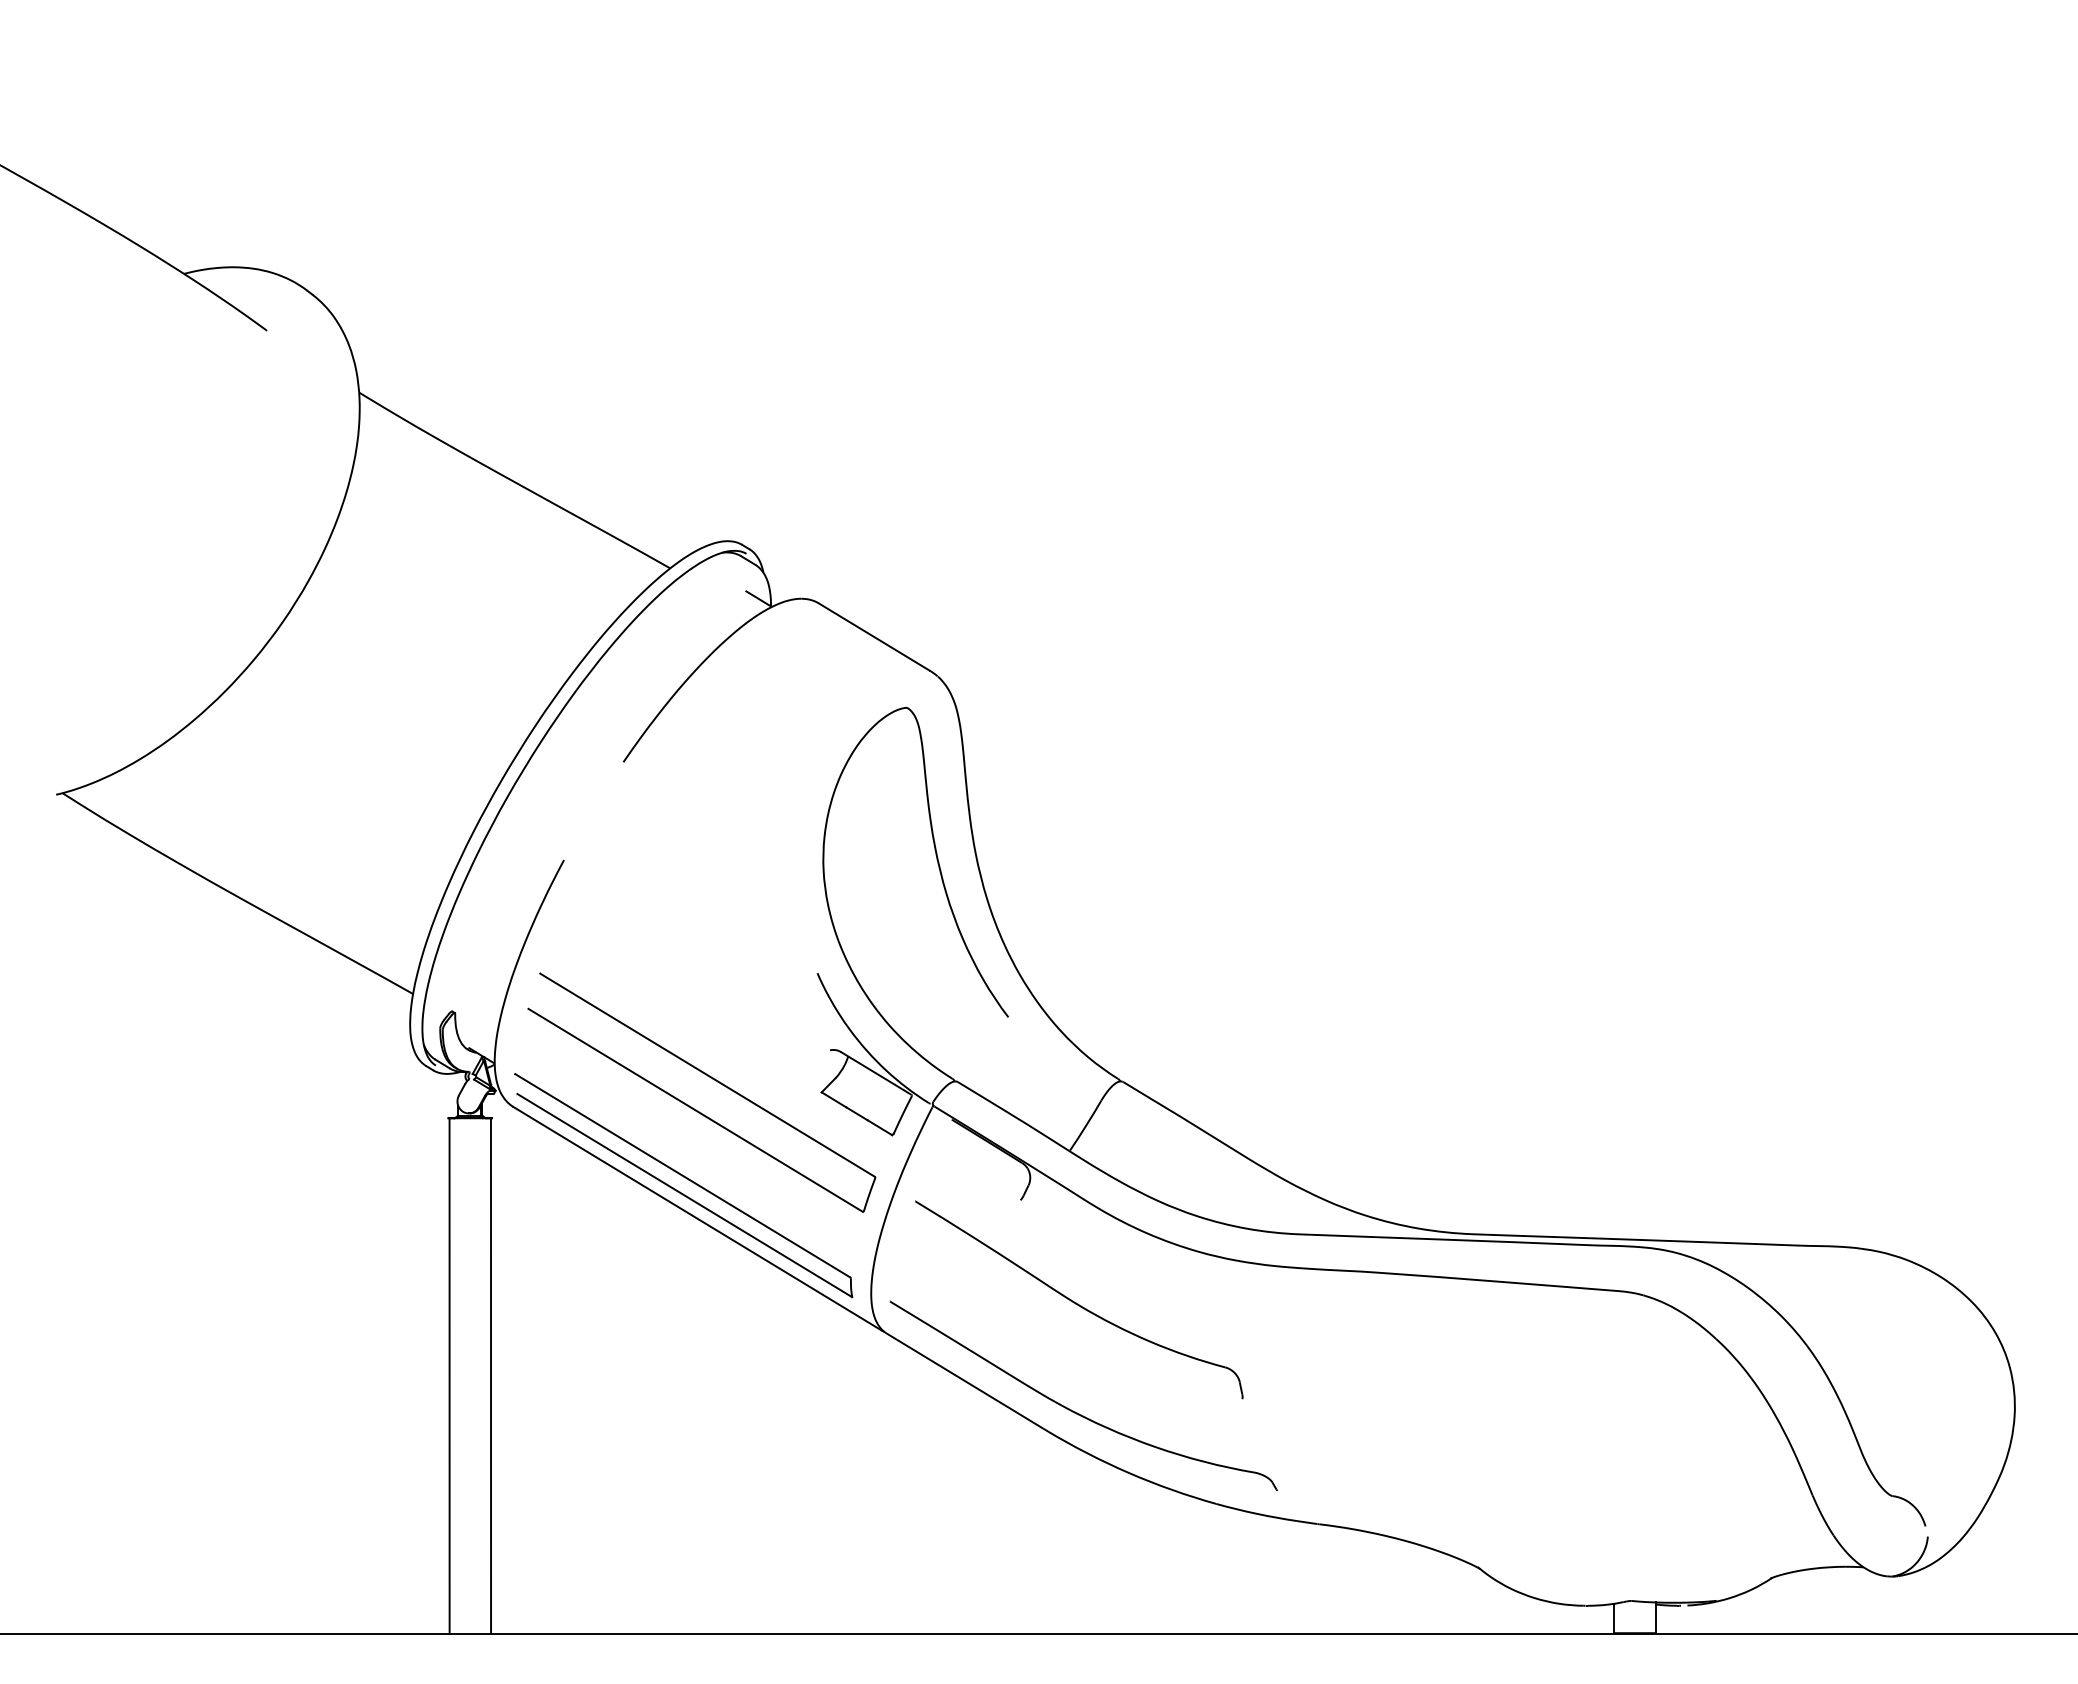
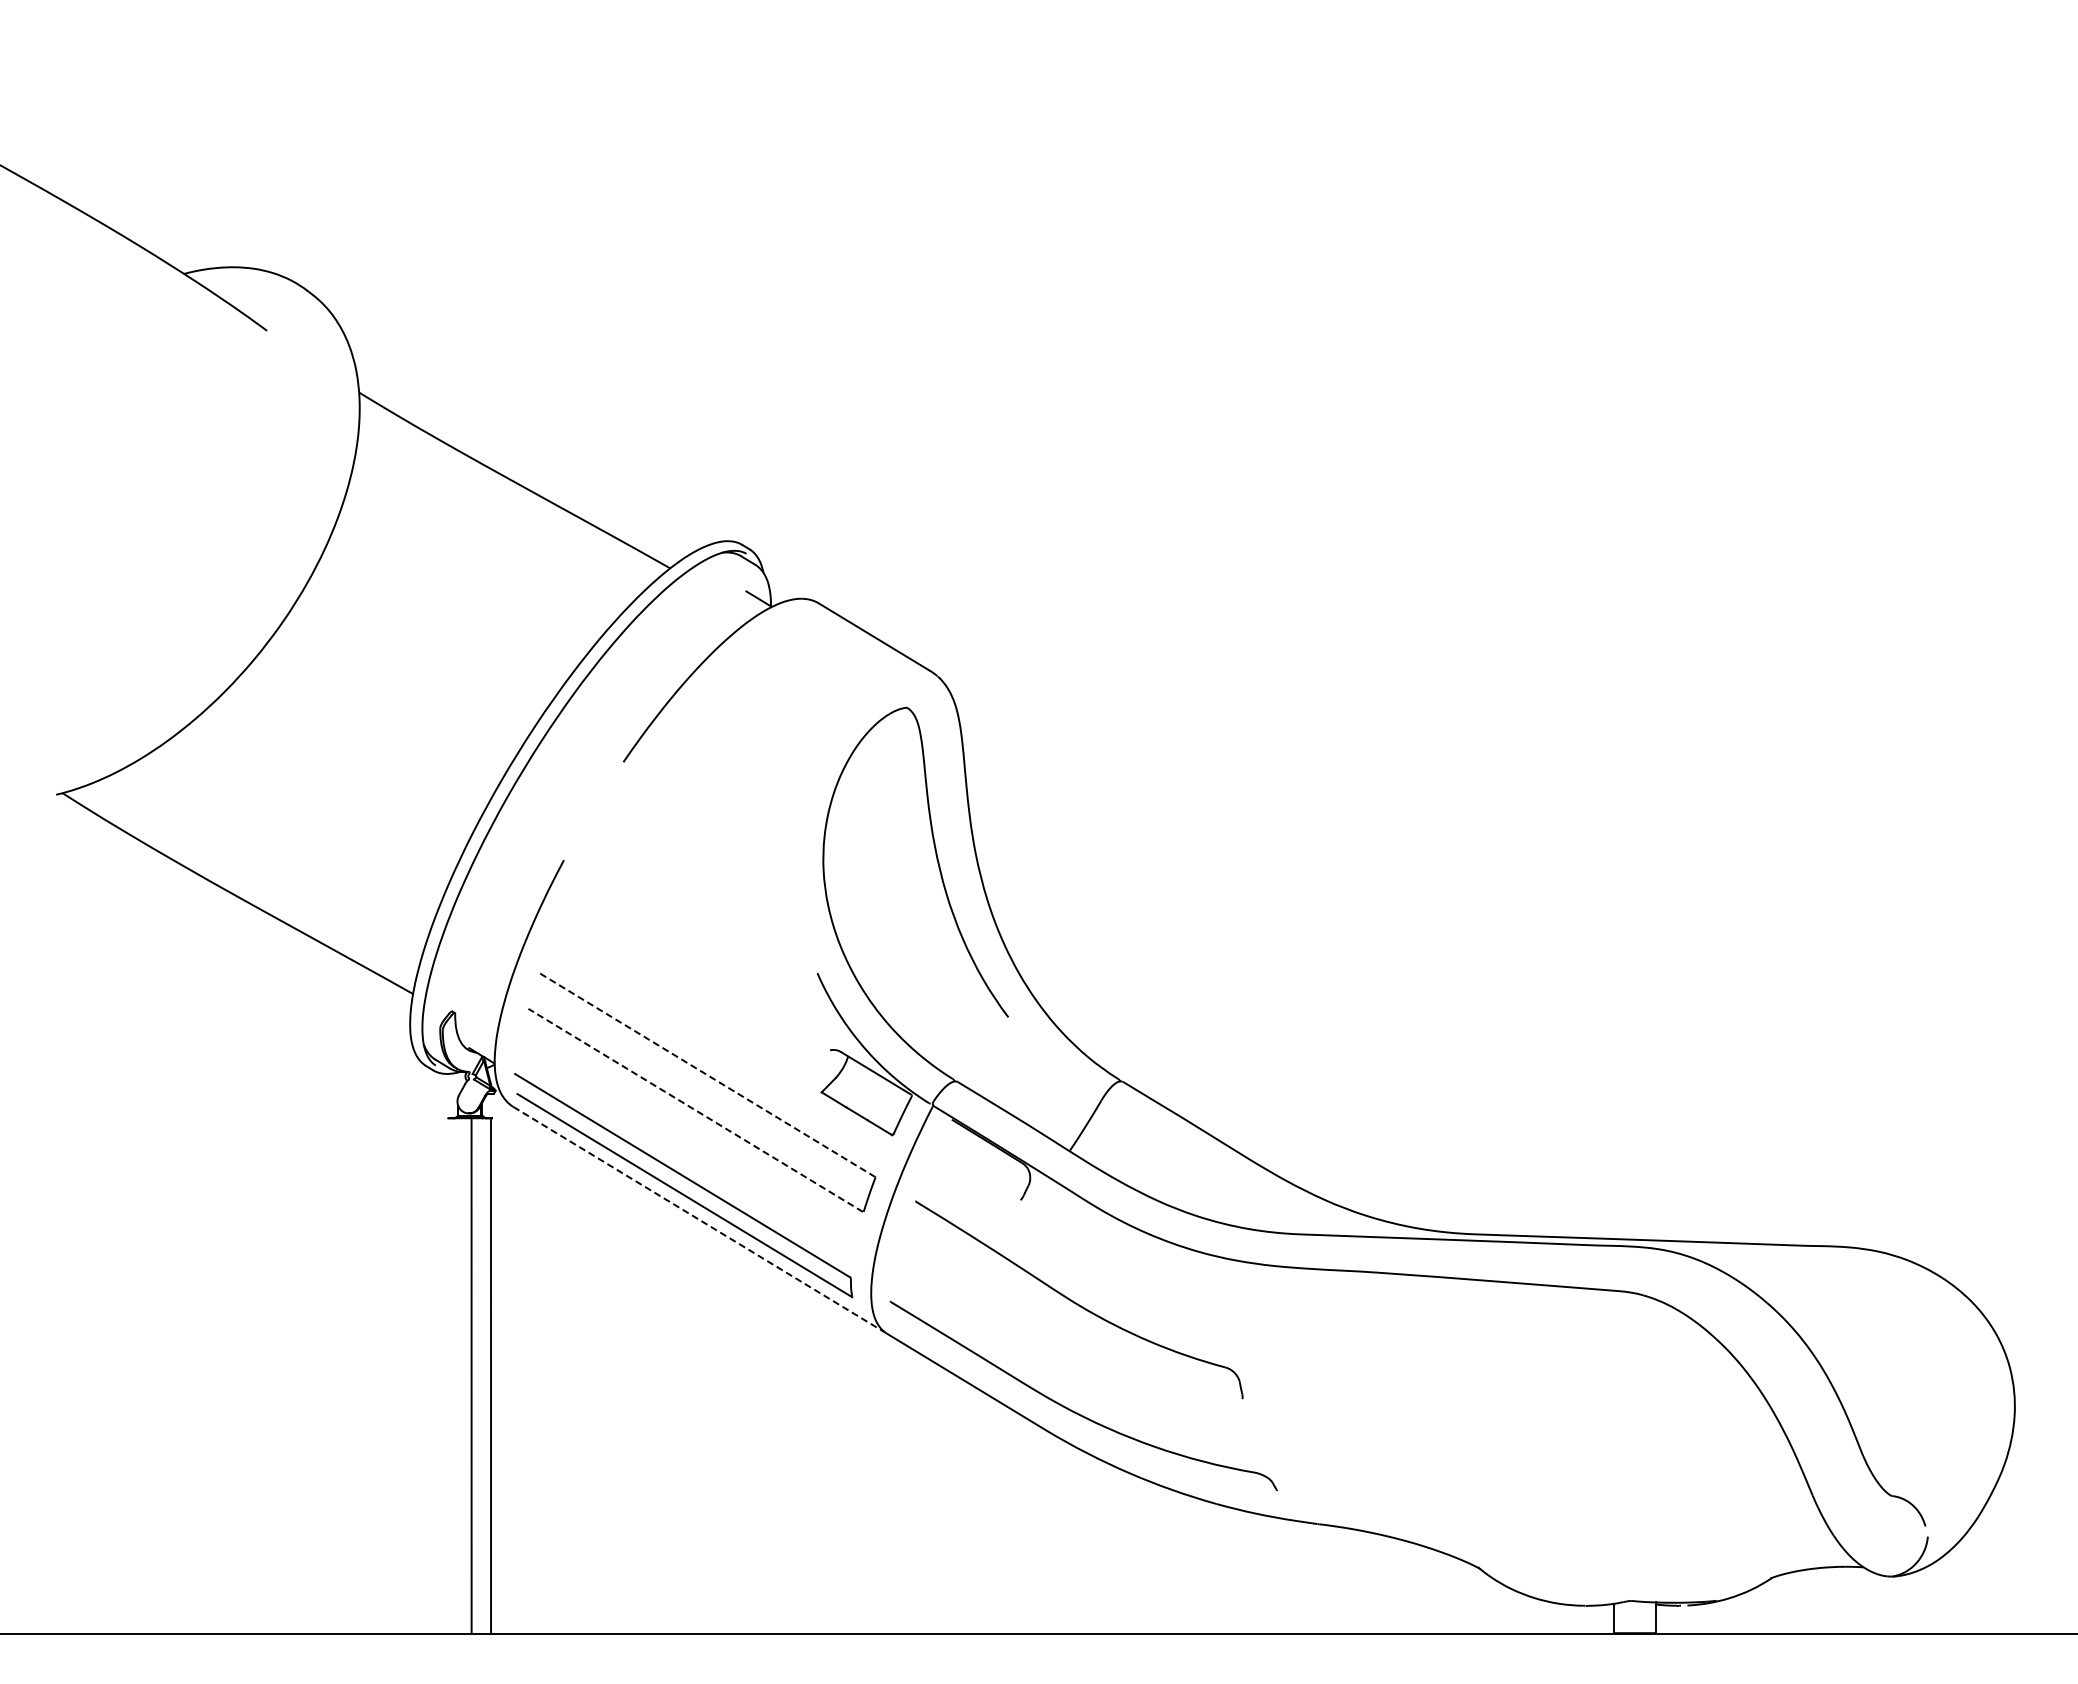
line at (707, 1075): solid -> dashed
line at (695, 1110): solid -> dashed
line at (697, 1218): solid -> dashed
line at (449, 1375) position: (449, 1375) -> (471, 1375)
